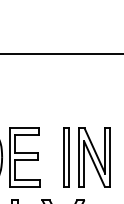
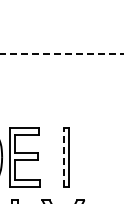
line at (61, 53): solid -> dashed
line at (63, 156): solid -> dashed
part at (94, 157): present -> none
